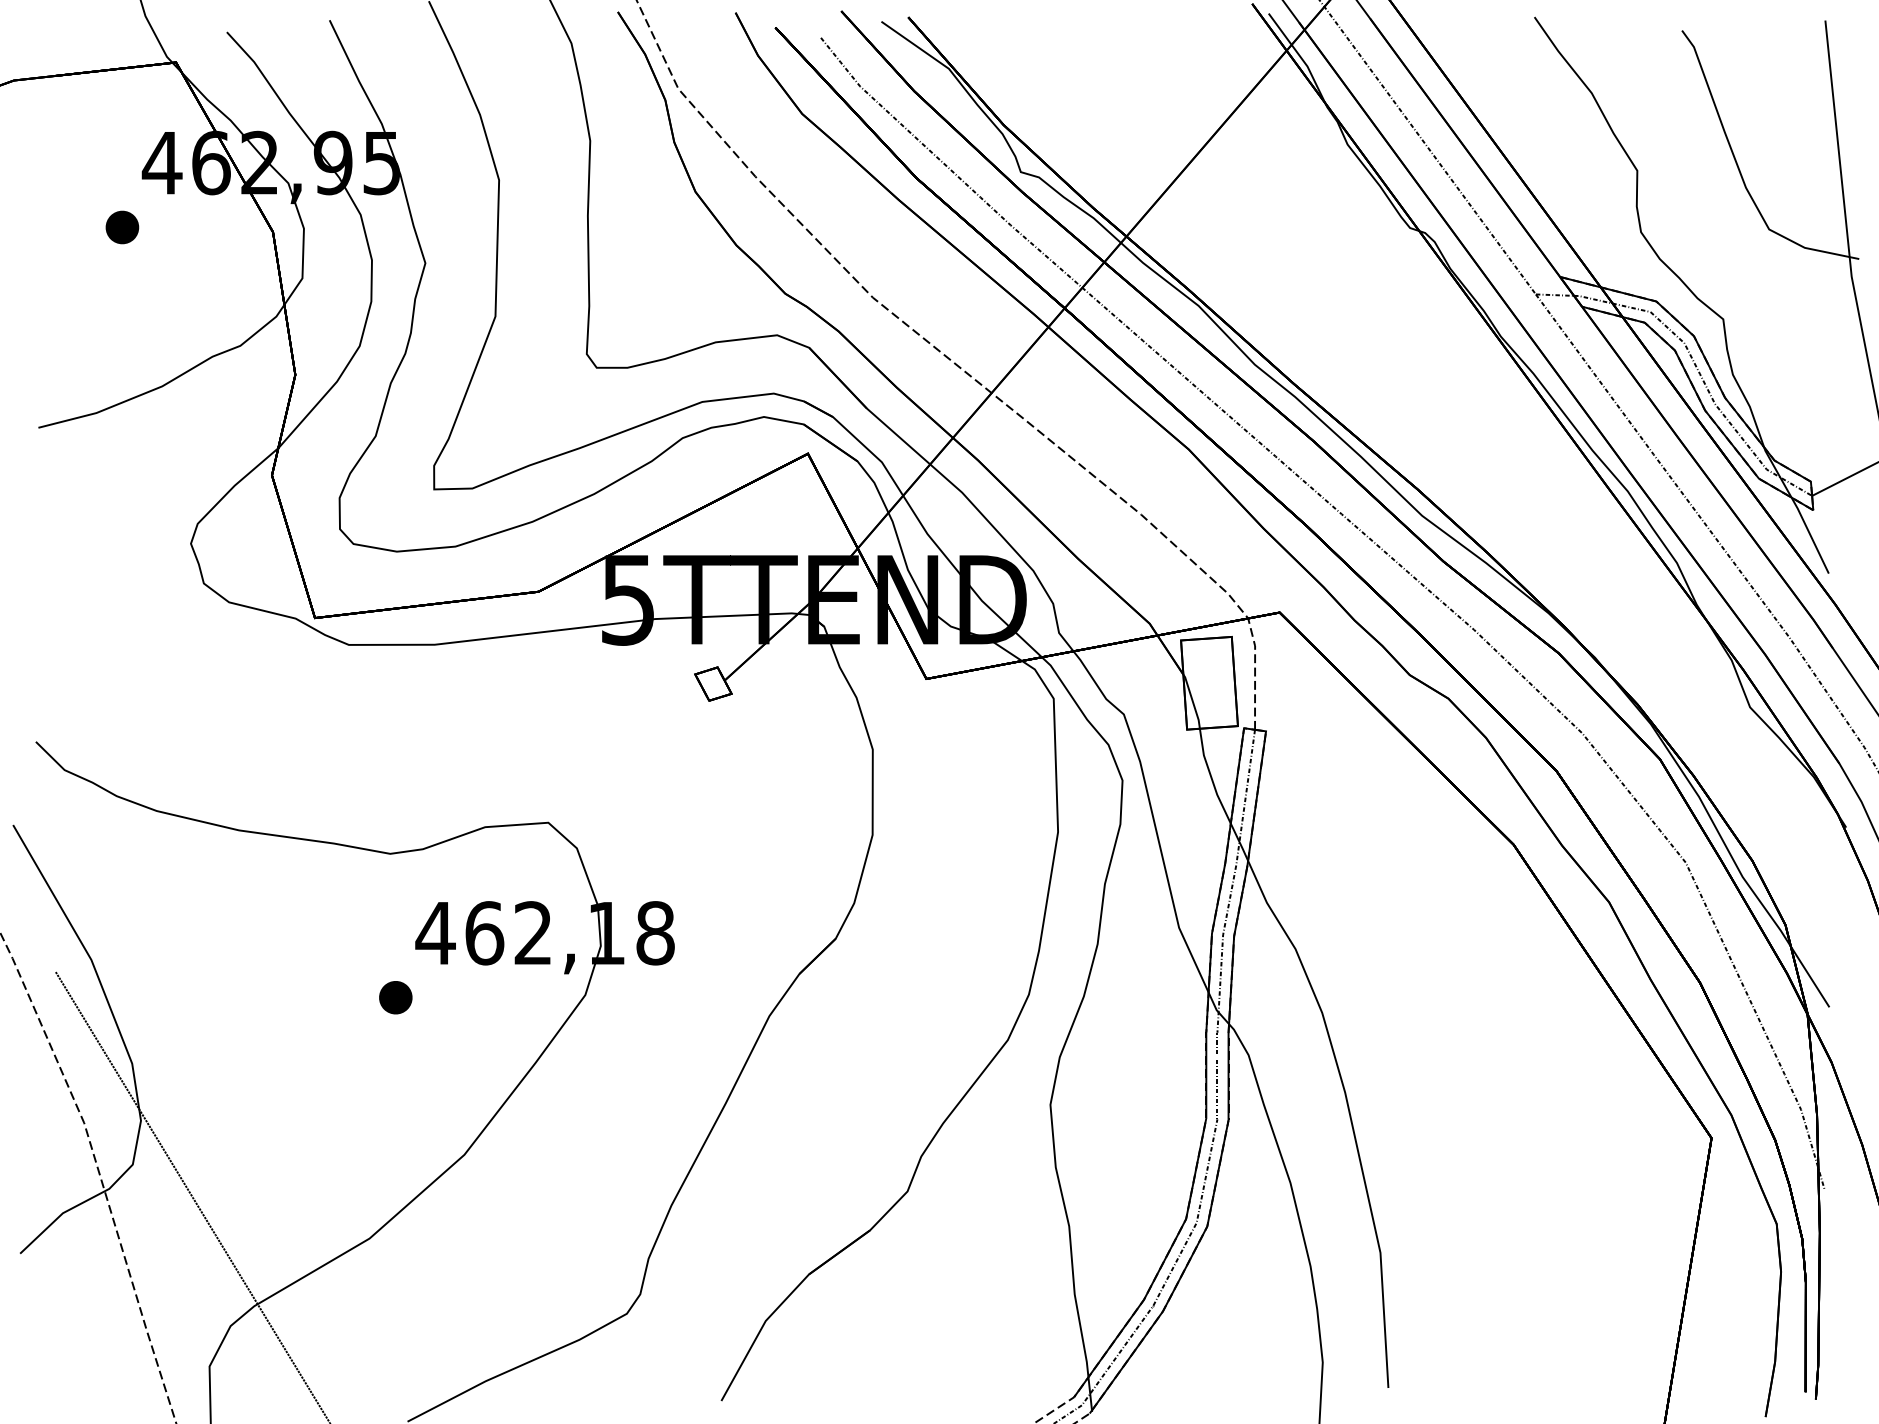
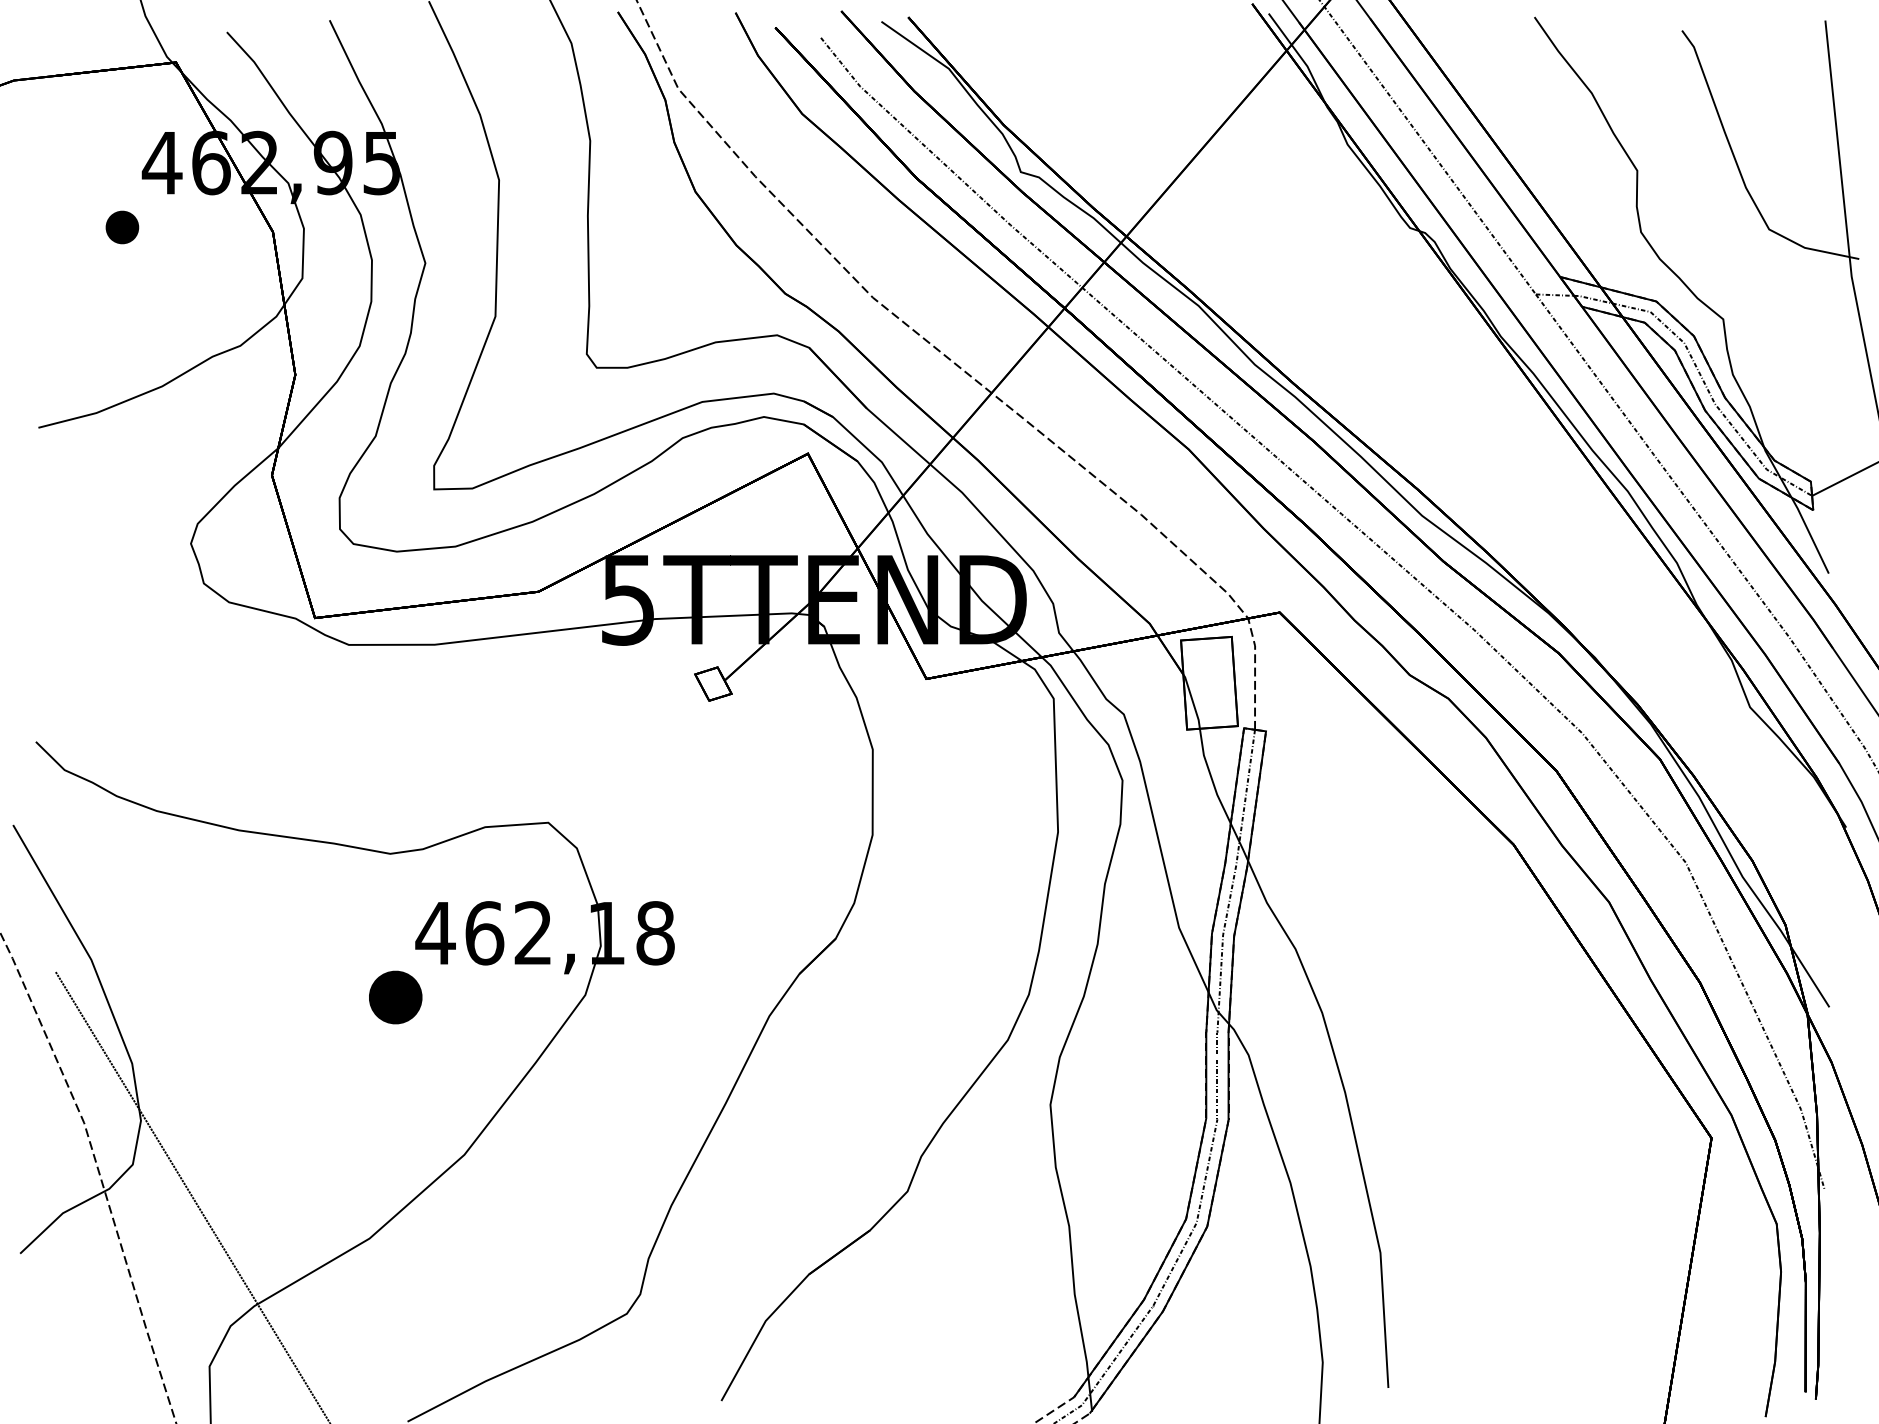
part at (395, 997) size: 34x34 px -> 54x55 px
